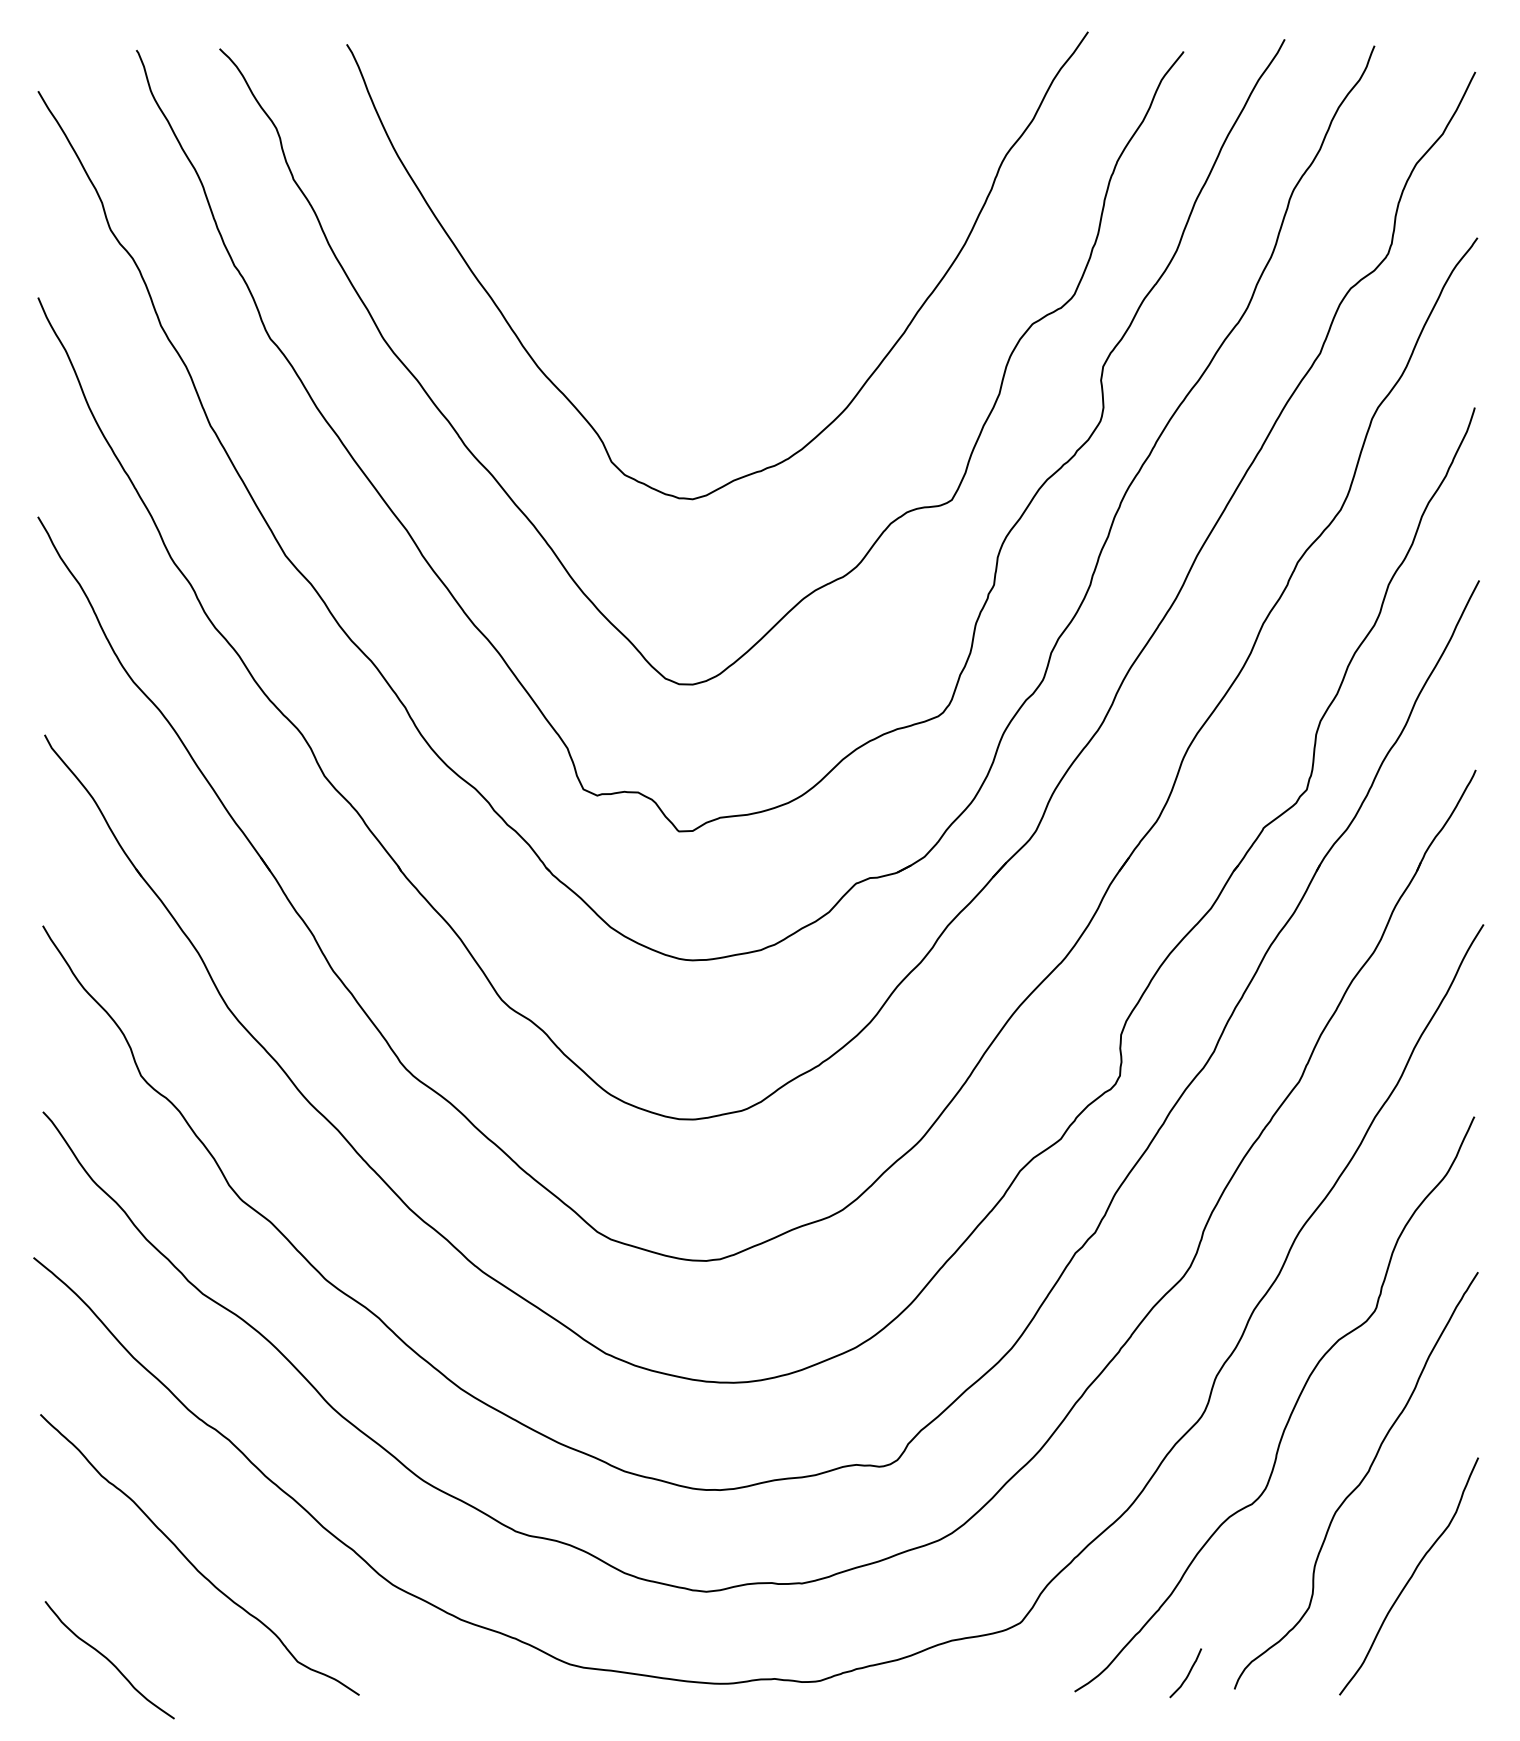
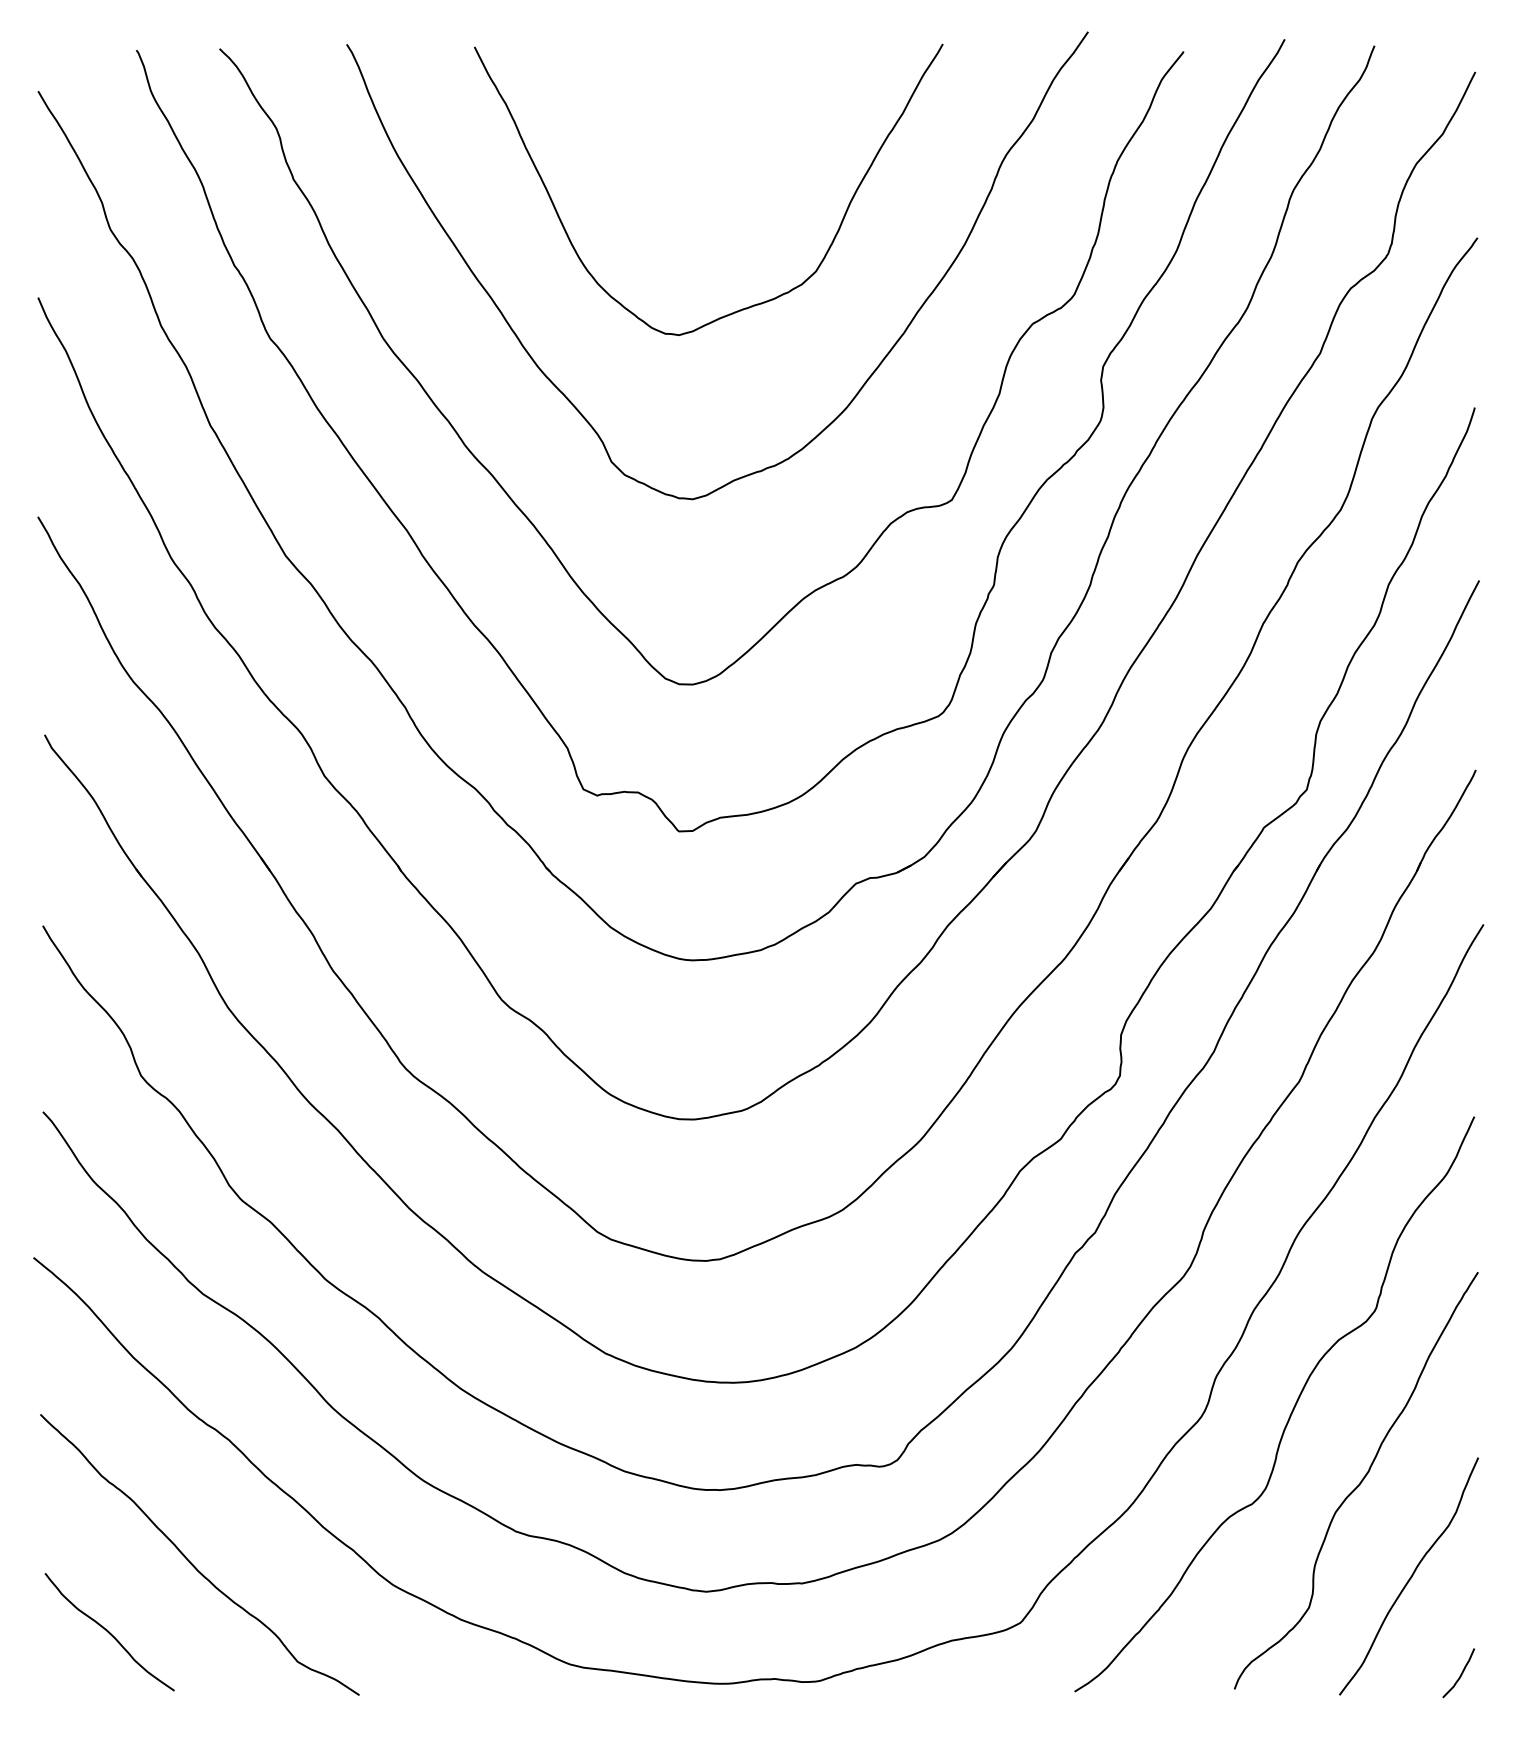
curve at (753, 304): none -> present
curve at (109, 1660) position: (109, 1660) -> (109, 1632)
curve at (1187, 1674) position: (1187, 1674) -> (1460, 1674)
